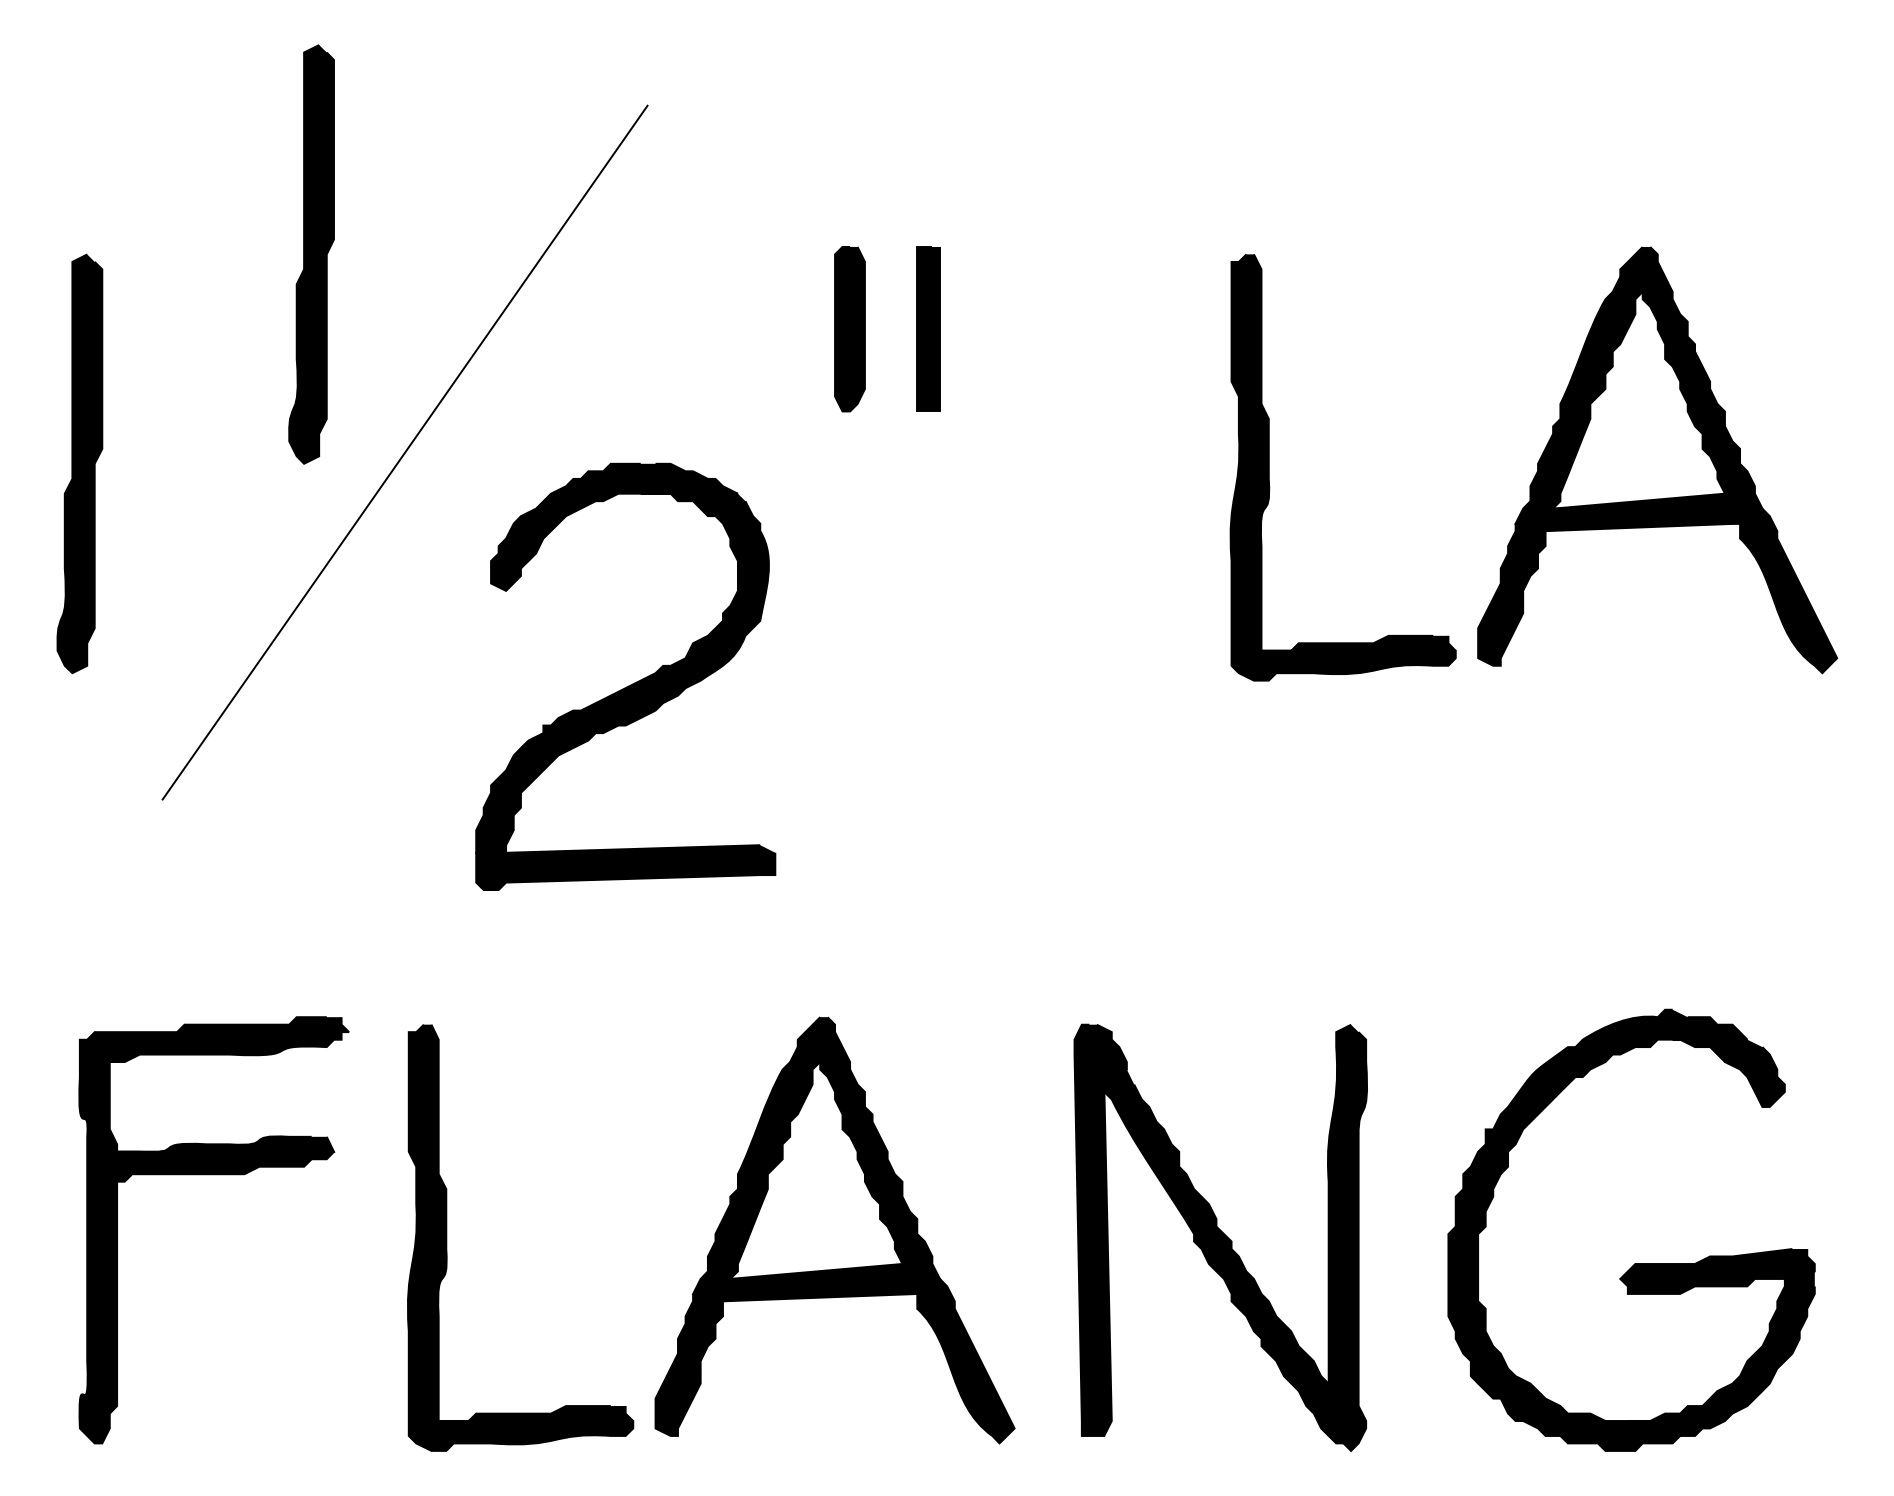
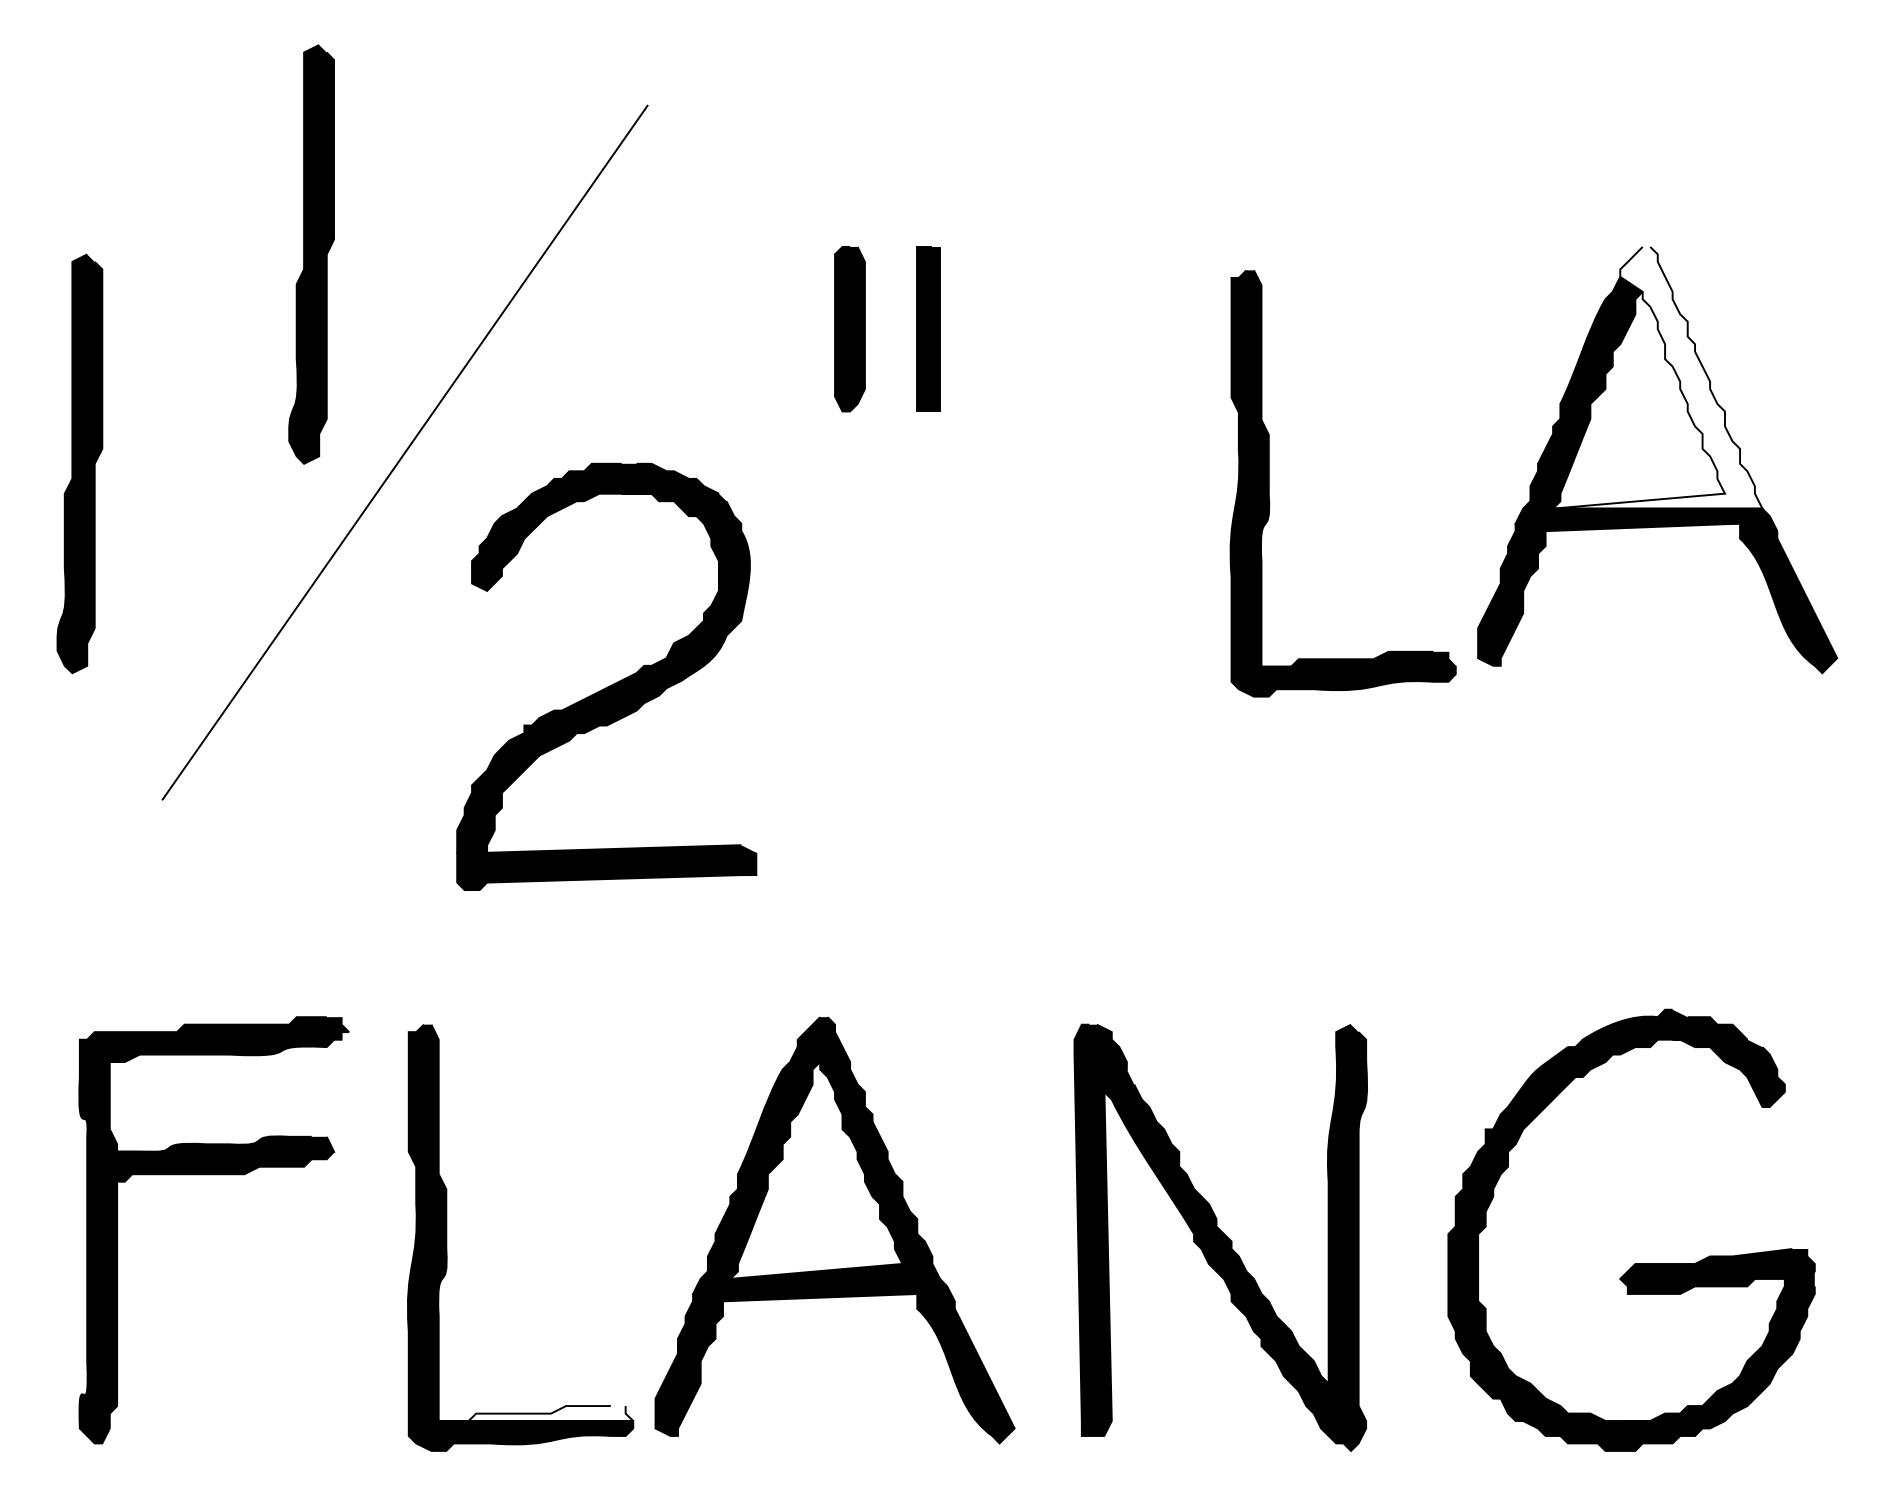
fill at (1657, 377): present -> none
part at (1269, 467) position: (1269, 467) -> (1269, 483)
part at (630, 684) position: (630, 684) -> (611, 684)
fill at (535, 1413): present -> none
